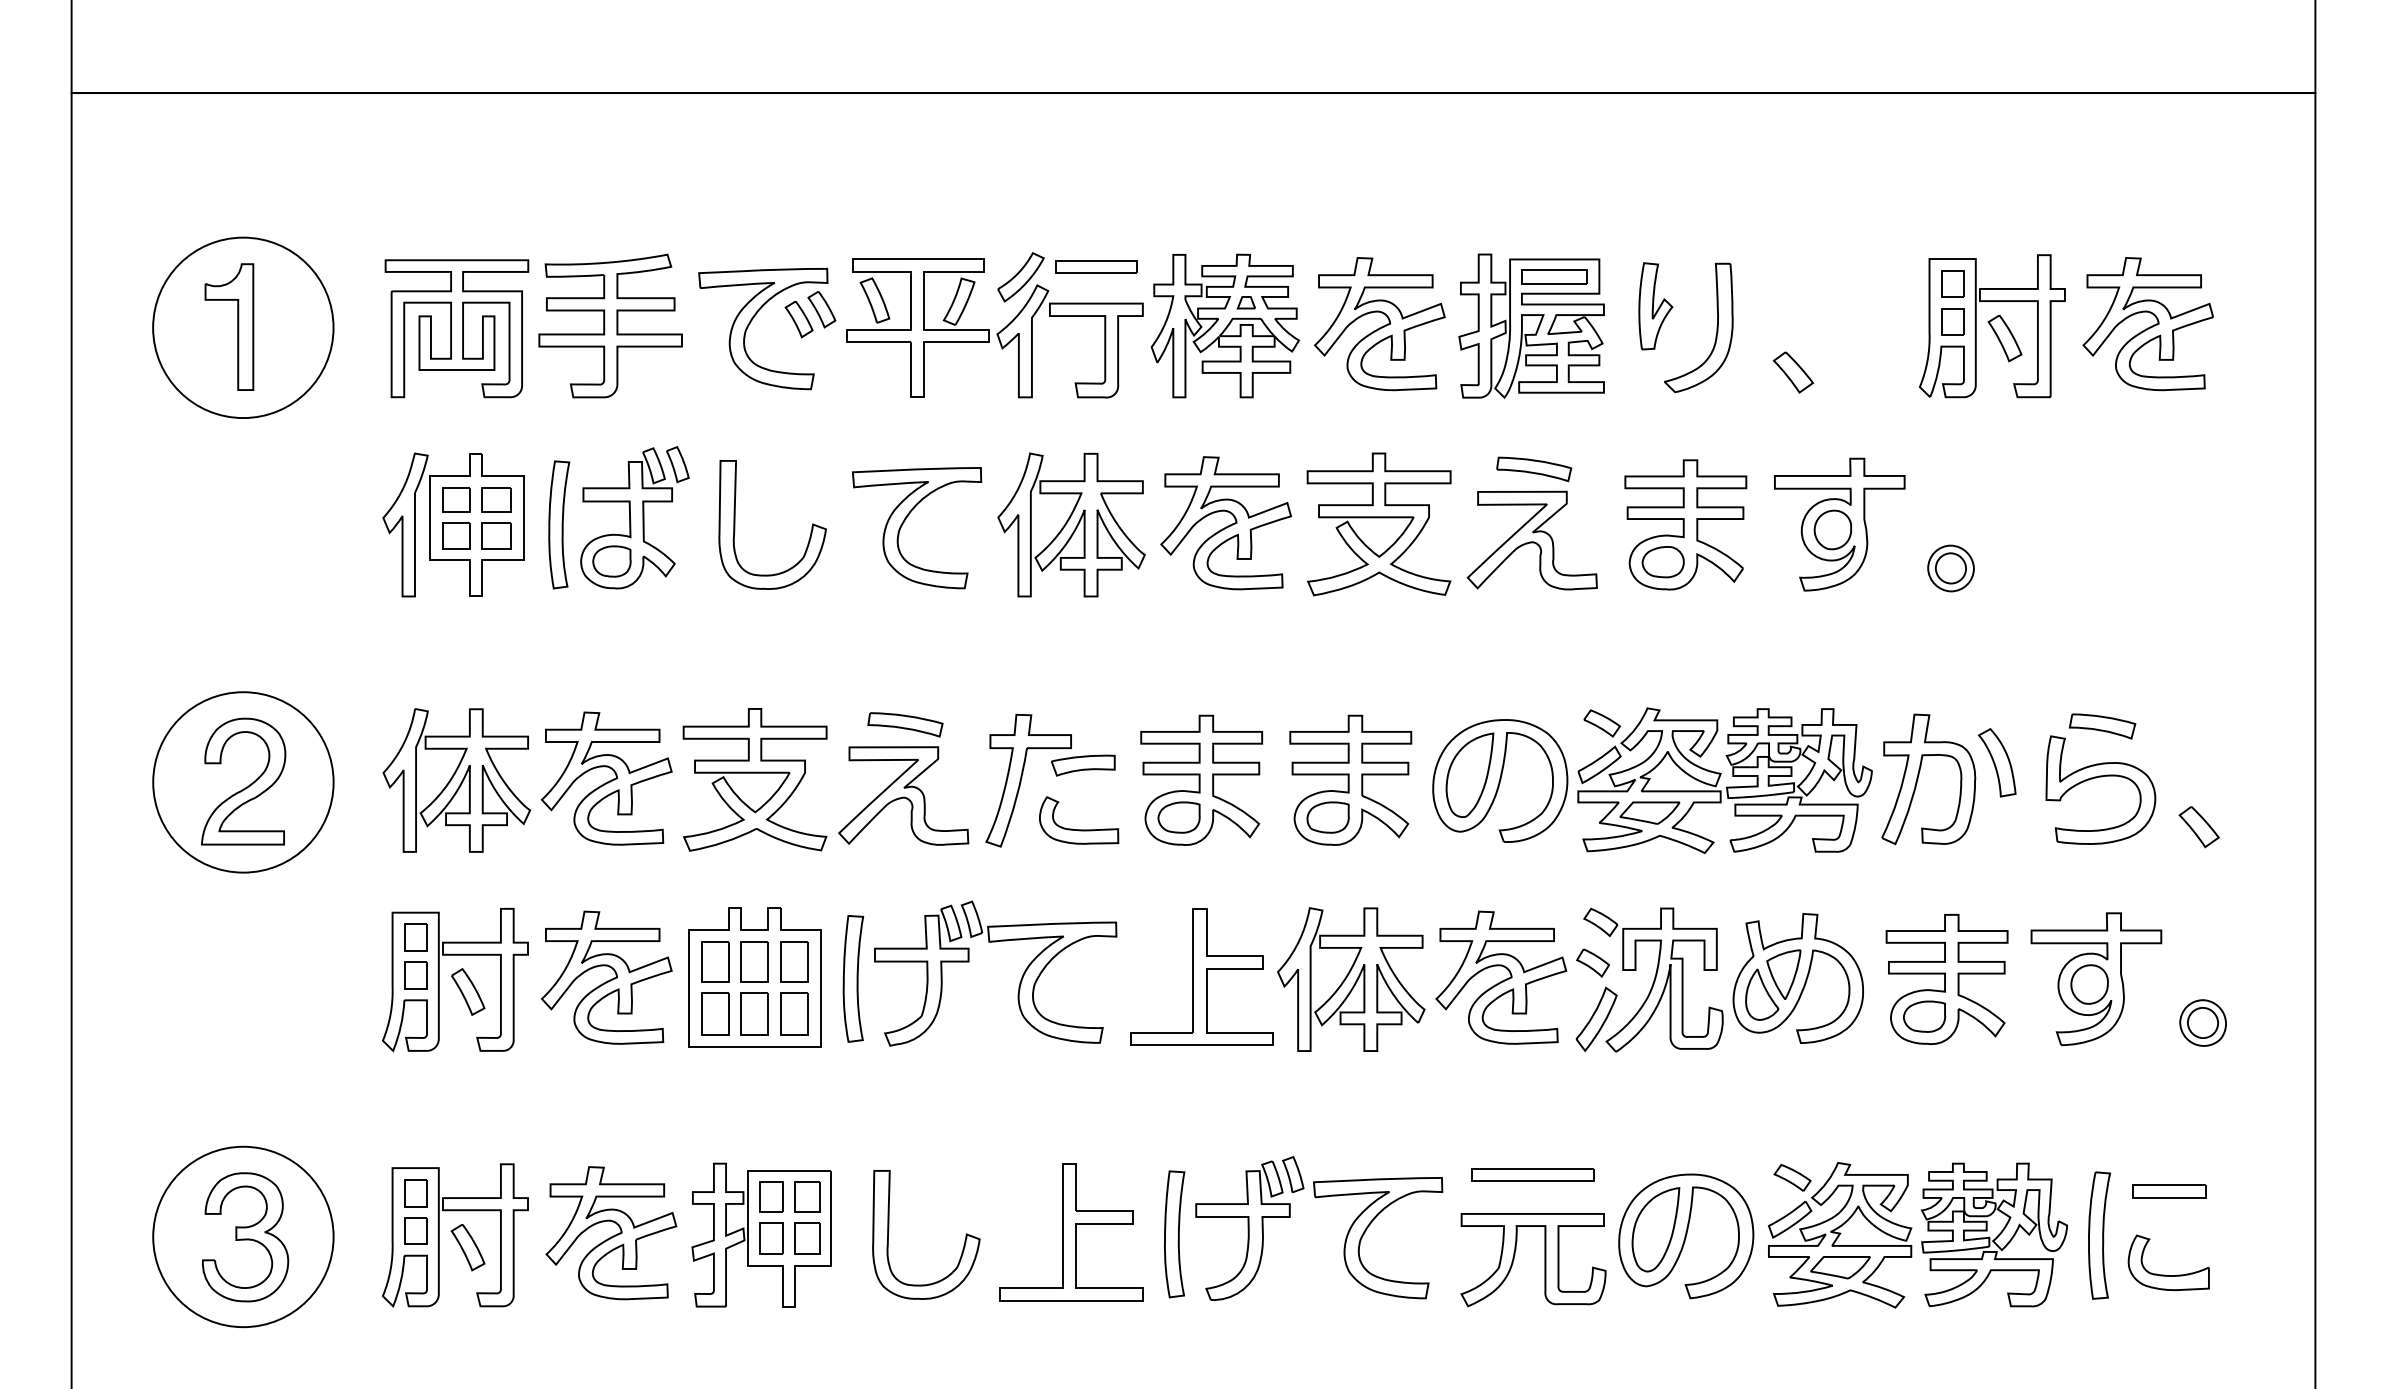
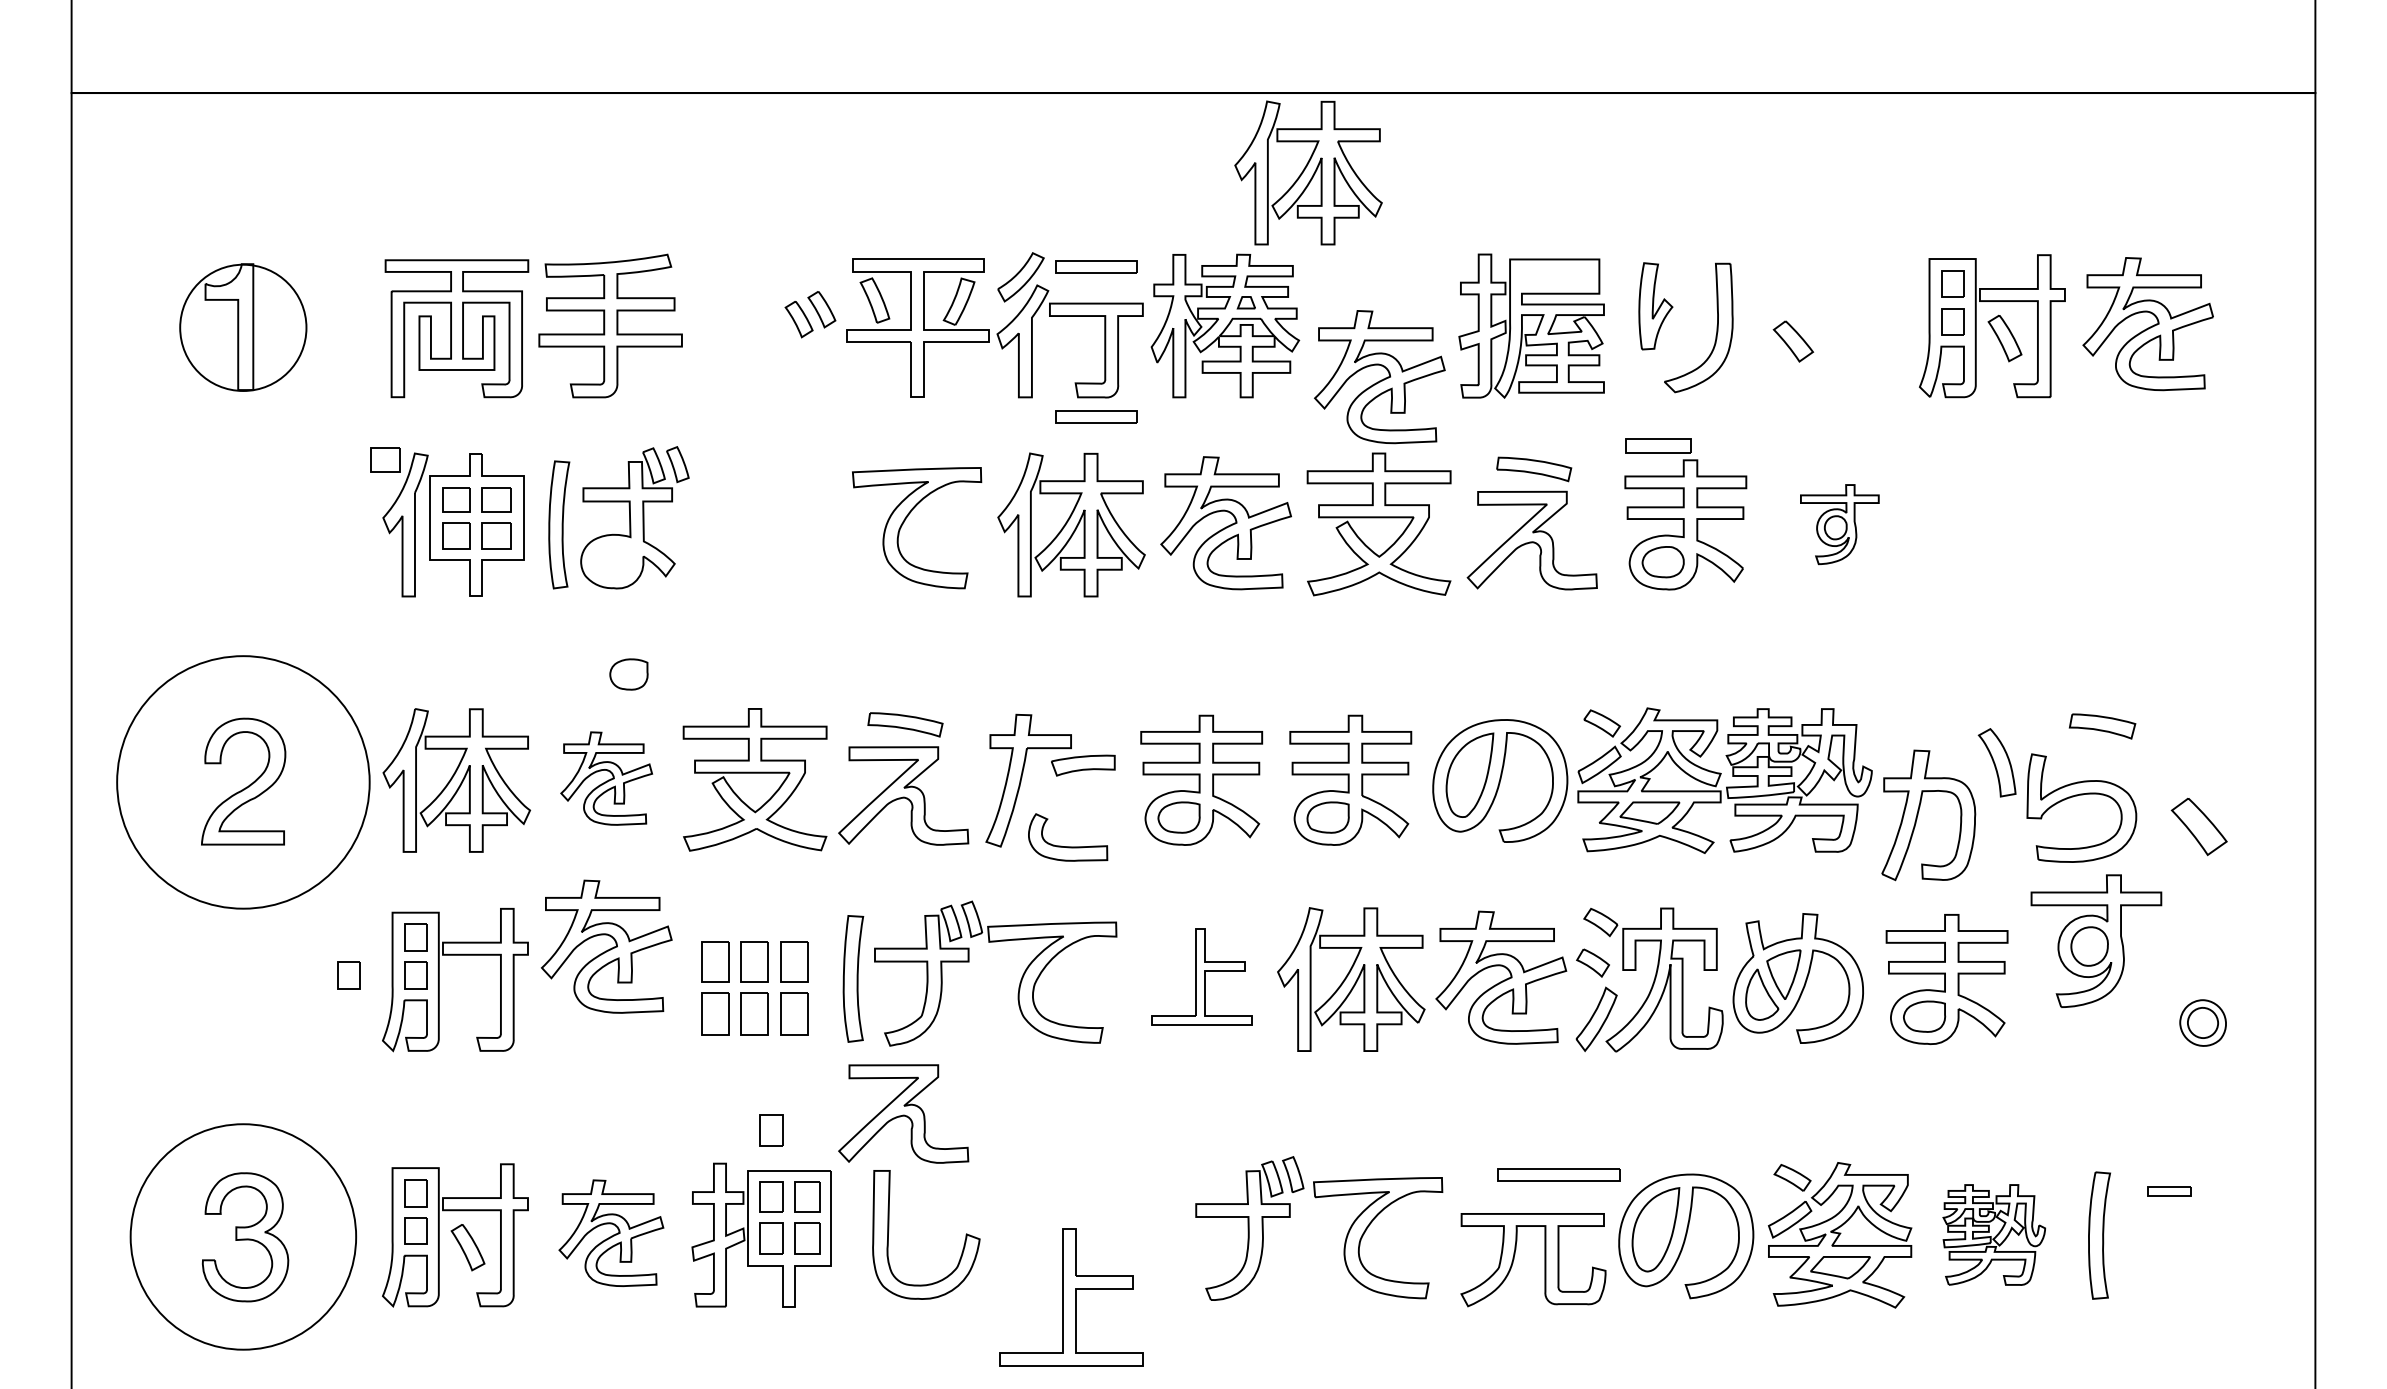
part at (1308, 172): none -> present
part at (1554, 276) position: (1554, 276) -> (1658, 445)
part at (751, 322): present -> none
part at (1379, 324) position: (1379, 324) -> (1379, 377)
circle at (243, 327) diameter: 180 px -> 126 px
part at (1793, 372) position: (1793, 372) -> (1793, 341)
part at (1096, 416): none -> present
part at (385, 459): none -> present
part at (735, 524): present -> none
part at (1839, 524) size: 132x135 px -> 80x82 px
part at (611, 561) position: (611, 561) -> (628, 674)
part at (1950, 568): present -> none
part at (1919, 775) position: (1919, 775) -> (1919, 811)
part at (606, 778) size: 133x135 px -> 94x95 px
part at (2096, 778) position: (2096, 778) -> (2077, 796)
circle at (243, 782) diameter: 180 px -> 253 px
part at (2198, 827) size: 42x43 px -> 58x59 px
part at (1079, 829) position: (1079, 829) -> (1068, 846)
part at (348, 975): none -> present
part at (1201, 976) size: 144x138 px -> 102x98 px
part at (606, 977) position: (606, 977) -> (606, 946)
part at (754, 977): present -> none
part at (2096, 978) position: (2096, 978) -> (2096, 940)
part at (468, 991): present -> none
part at (903, 1113): none -> present
part at (771, 1130): none -> present
part at (1532, 1174) position: (1532, 1174) -> (1558, 1174)
part at (2169, 1191) size: 75x15 px -> 45x11 px
part at (1071, 1232) position: (1071, 1232) -> (1071, 1297)
part at (611, 1233) size: 133x135 px -> 107x108 px
part at (1174, 1234): present -> none
part at (1993, 1234) size: 148x146 px -> 105x102 px
circle at (243, 1236) diameter: 180 px -> 225 px
part at (2165, 1274): present -> none
